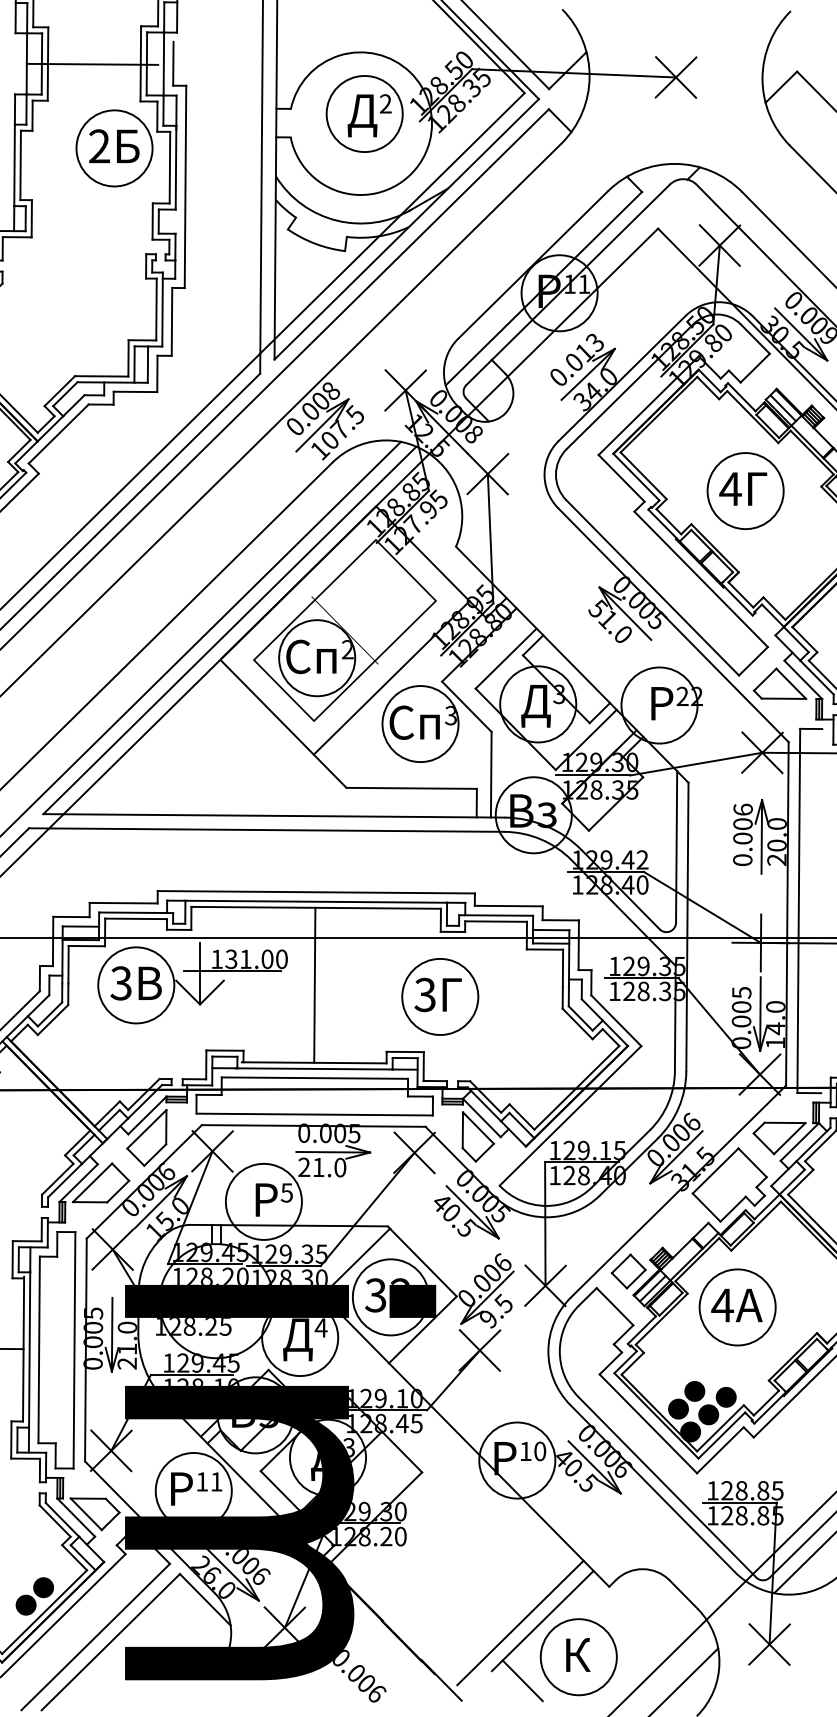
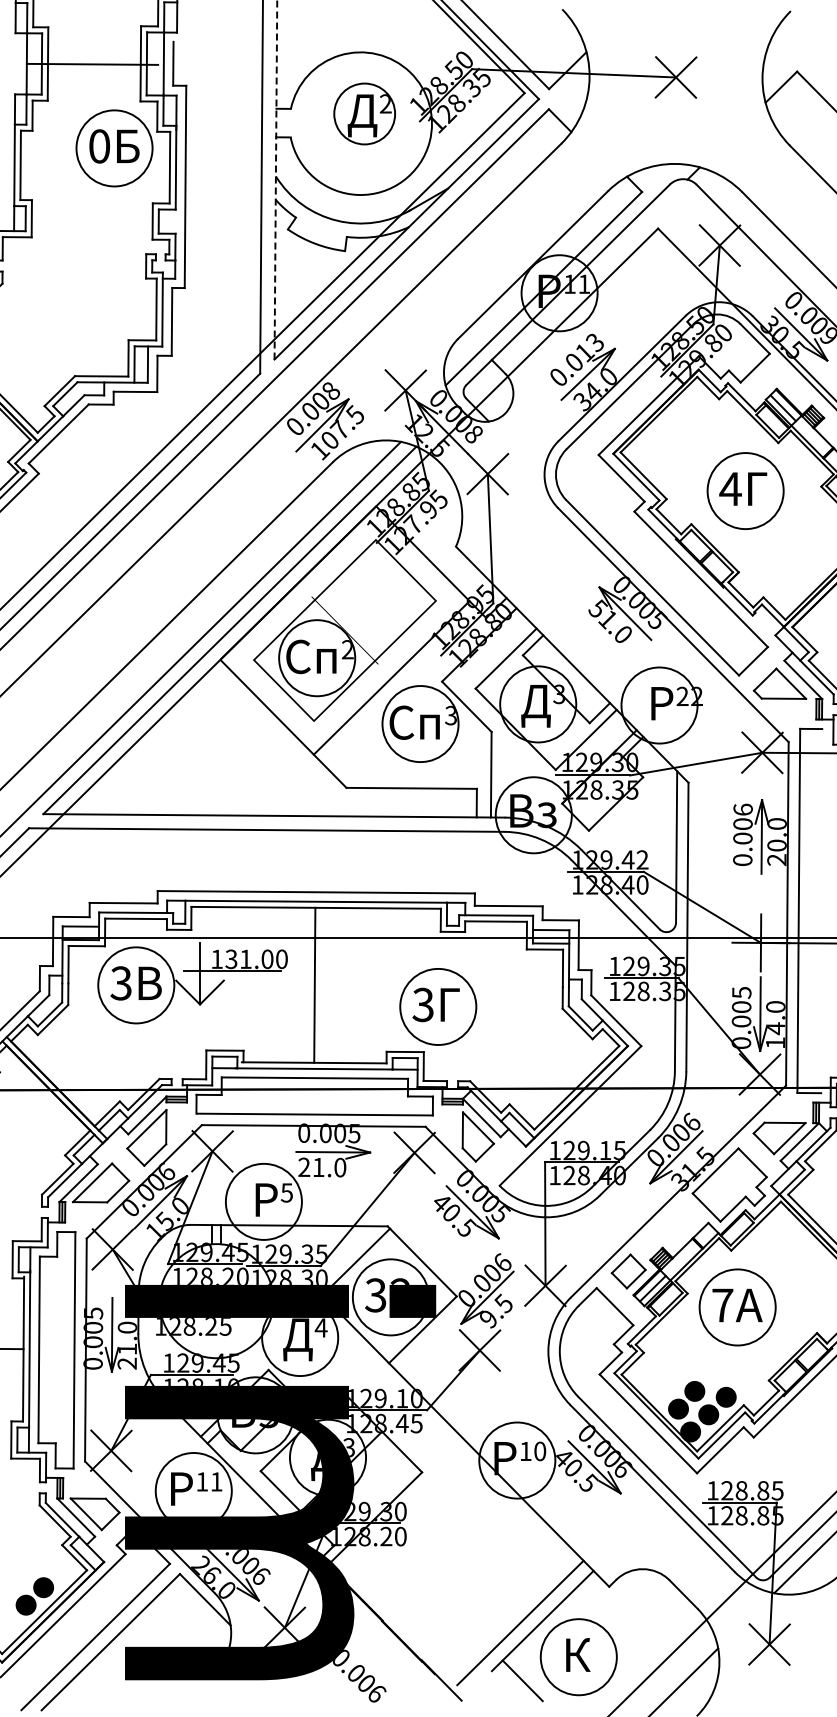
circle at (364, 113) diameter: 76 px -> 61 px
text at (99, 146): 2 -> 0
line at (275, 179): solid -> dashed
part at (440, 996) position: (440, 996) -> (438, 1006)
text at (722, 1305): 4 -> 7
